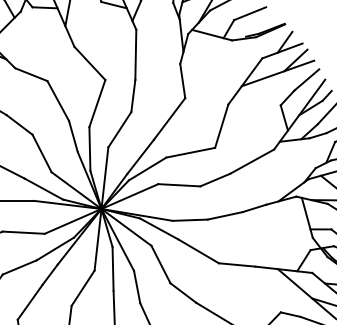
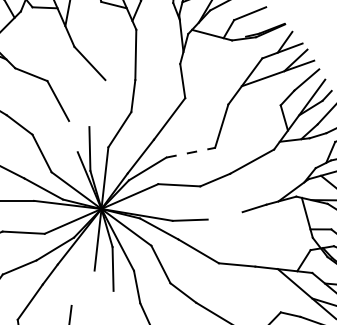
line at (97, 103): present -> none
line at (73, 136): present -> none
line at (190, 152): solid -> dashed
line at (224, 215): present -> none
line at (82, 287): present -> none
line at (113, 305): present -> none
